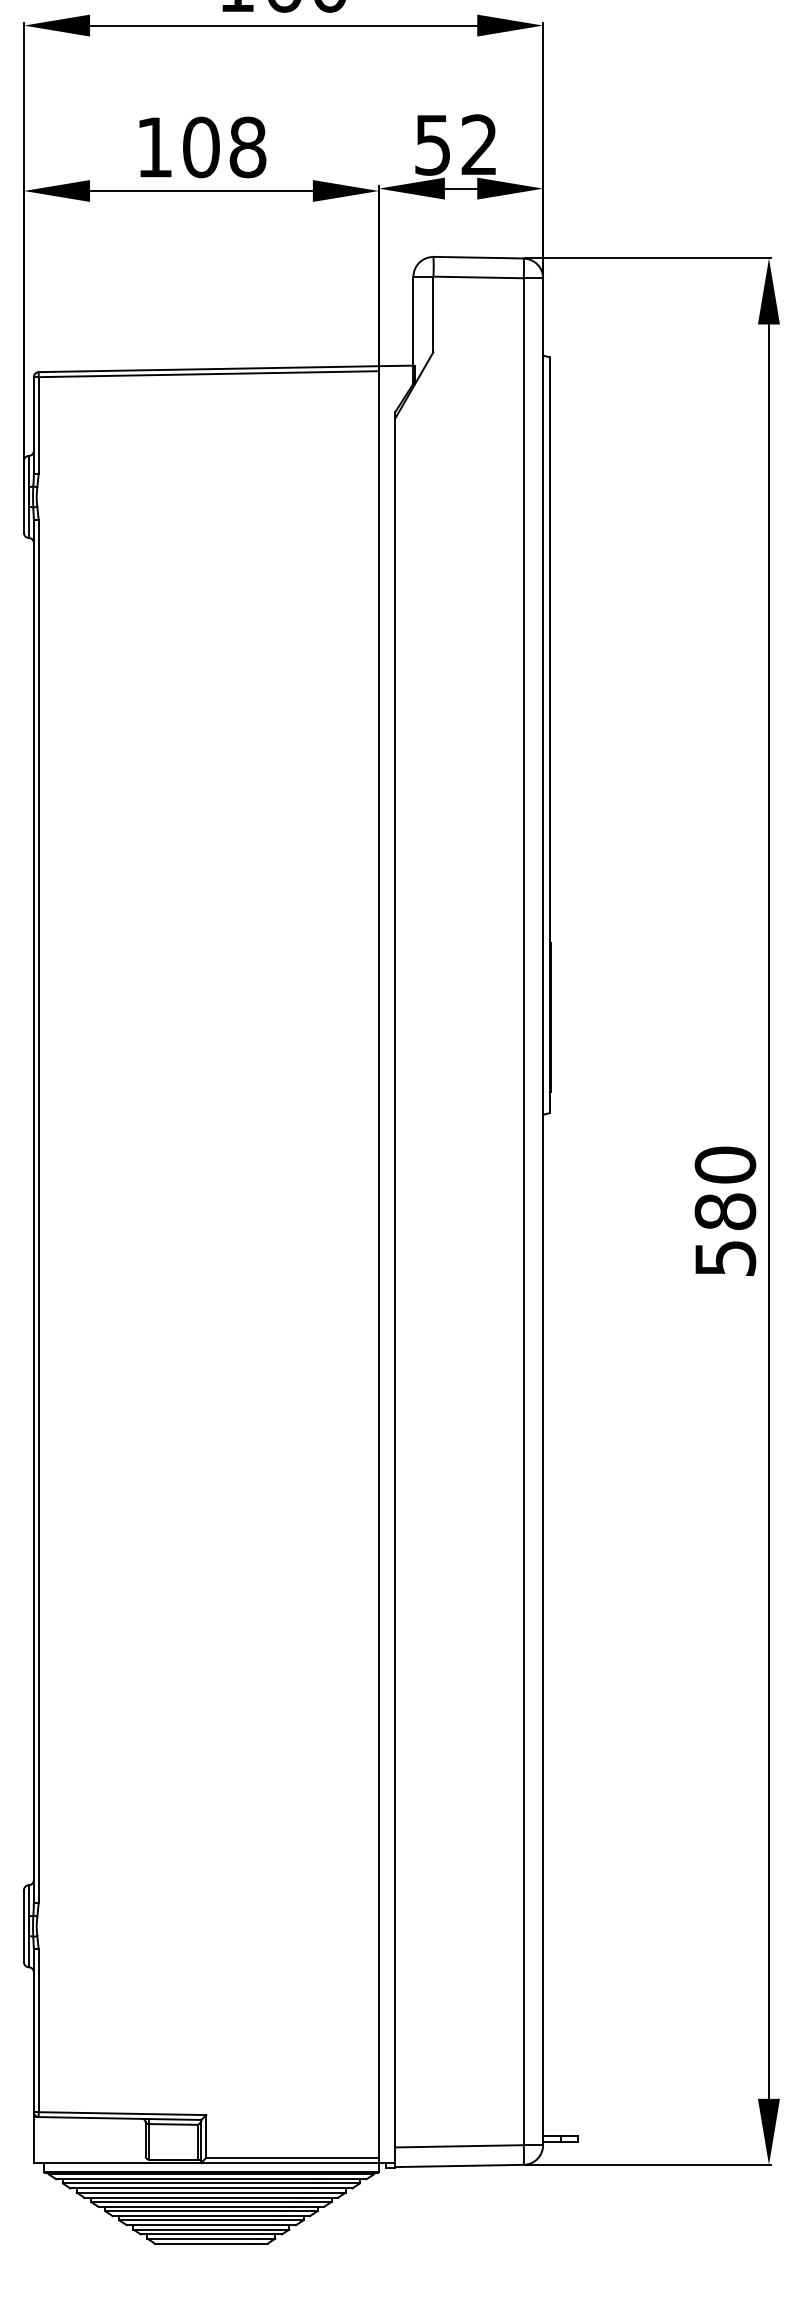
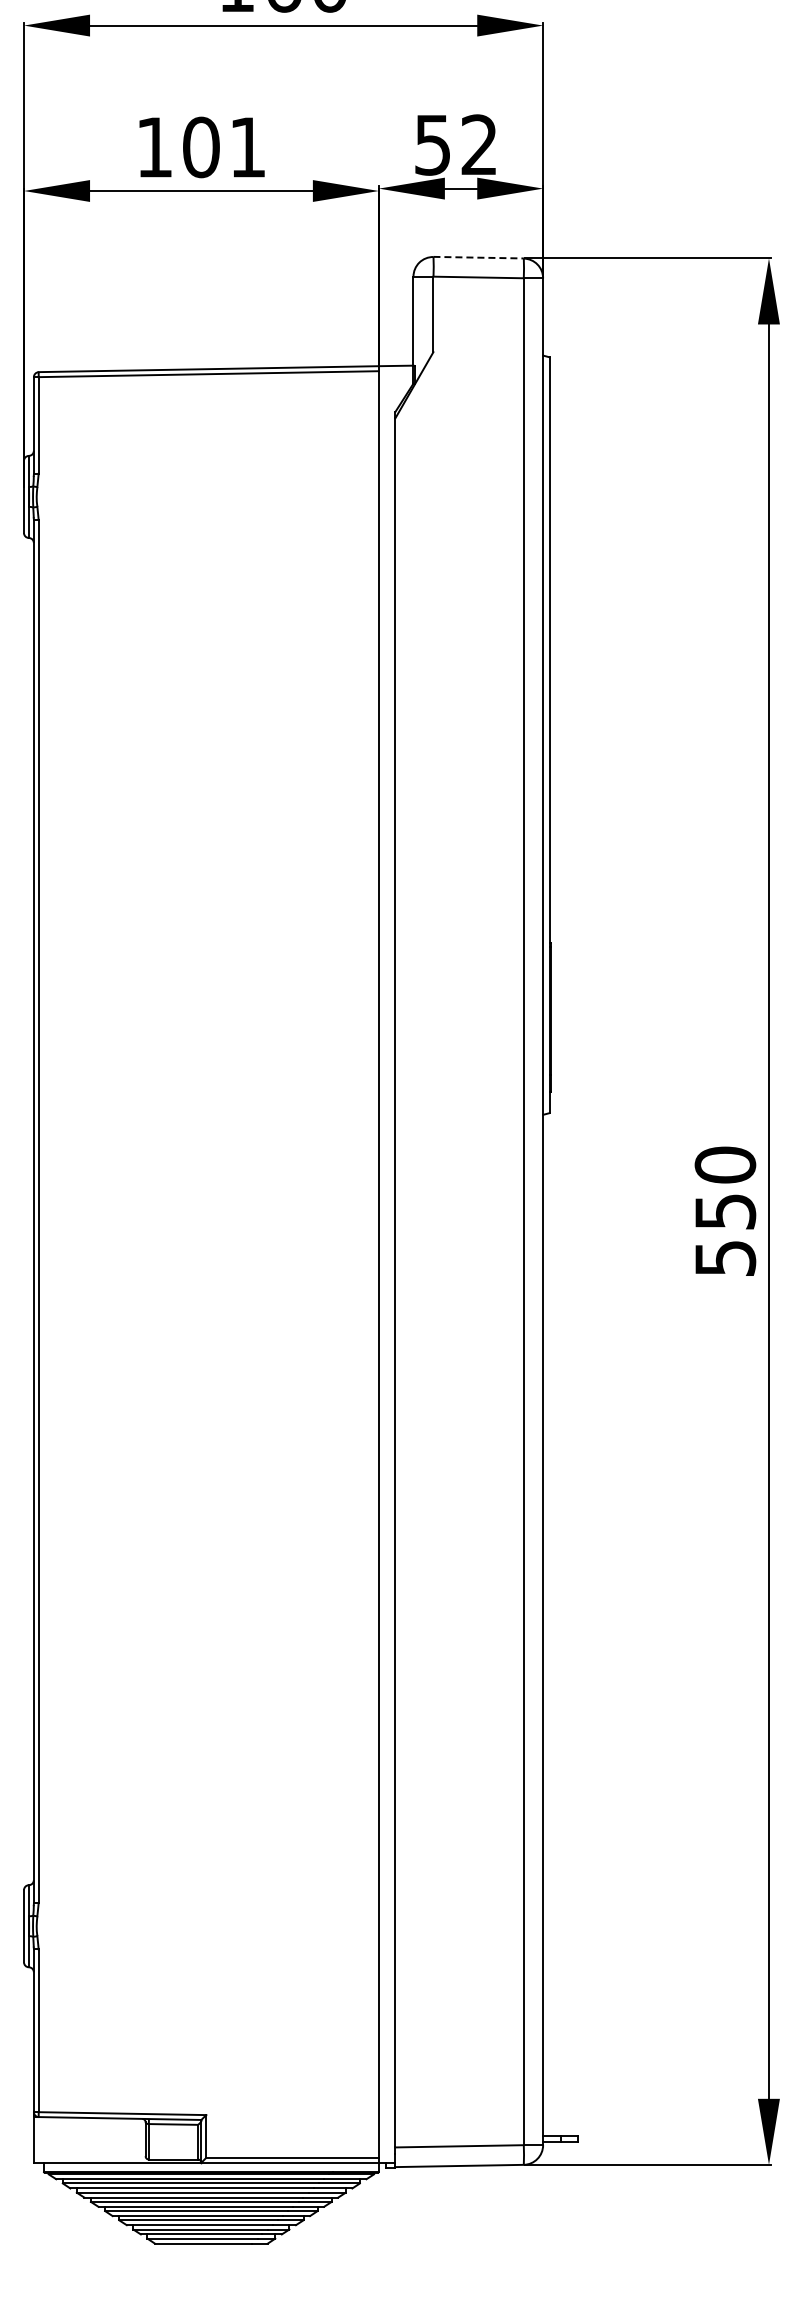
text at (247, 147): 108 -> 101
line at (479, 257): solid -> dashed
text at (725, 1211): 580 -> 550
